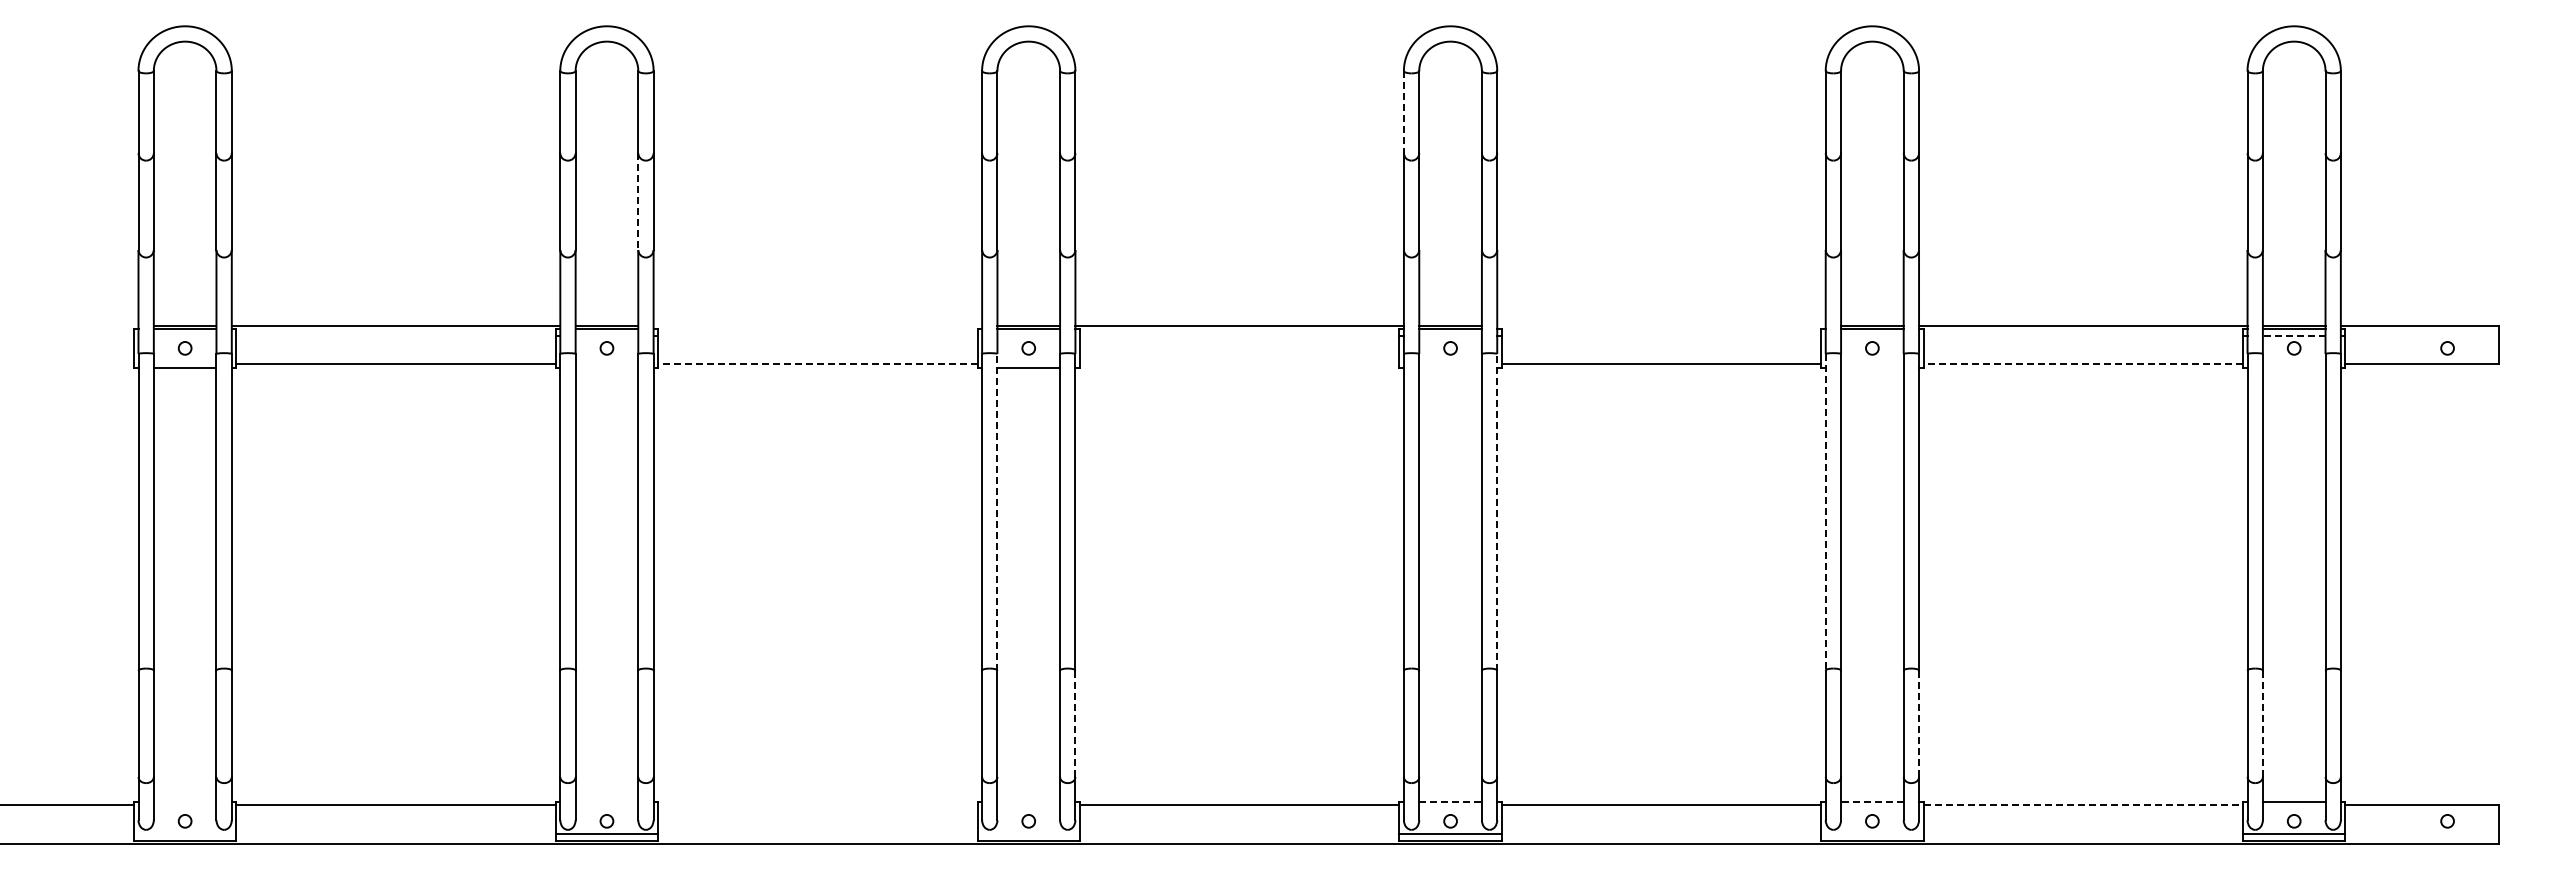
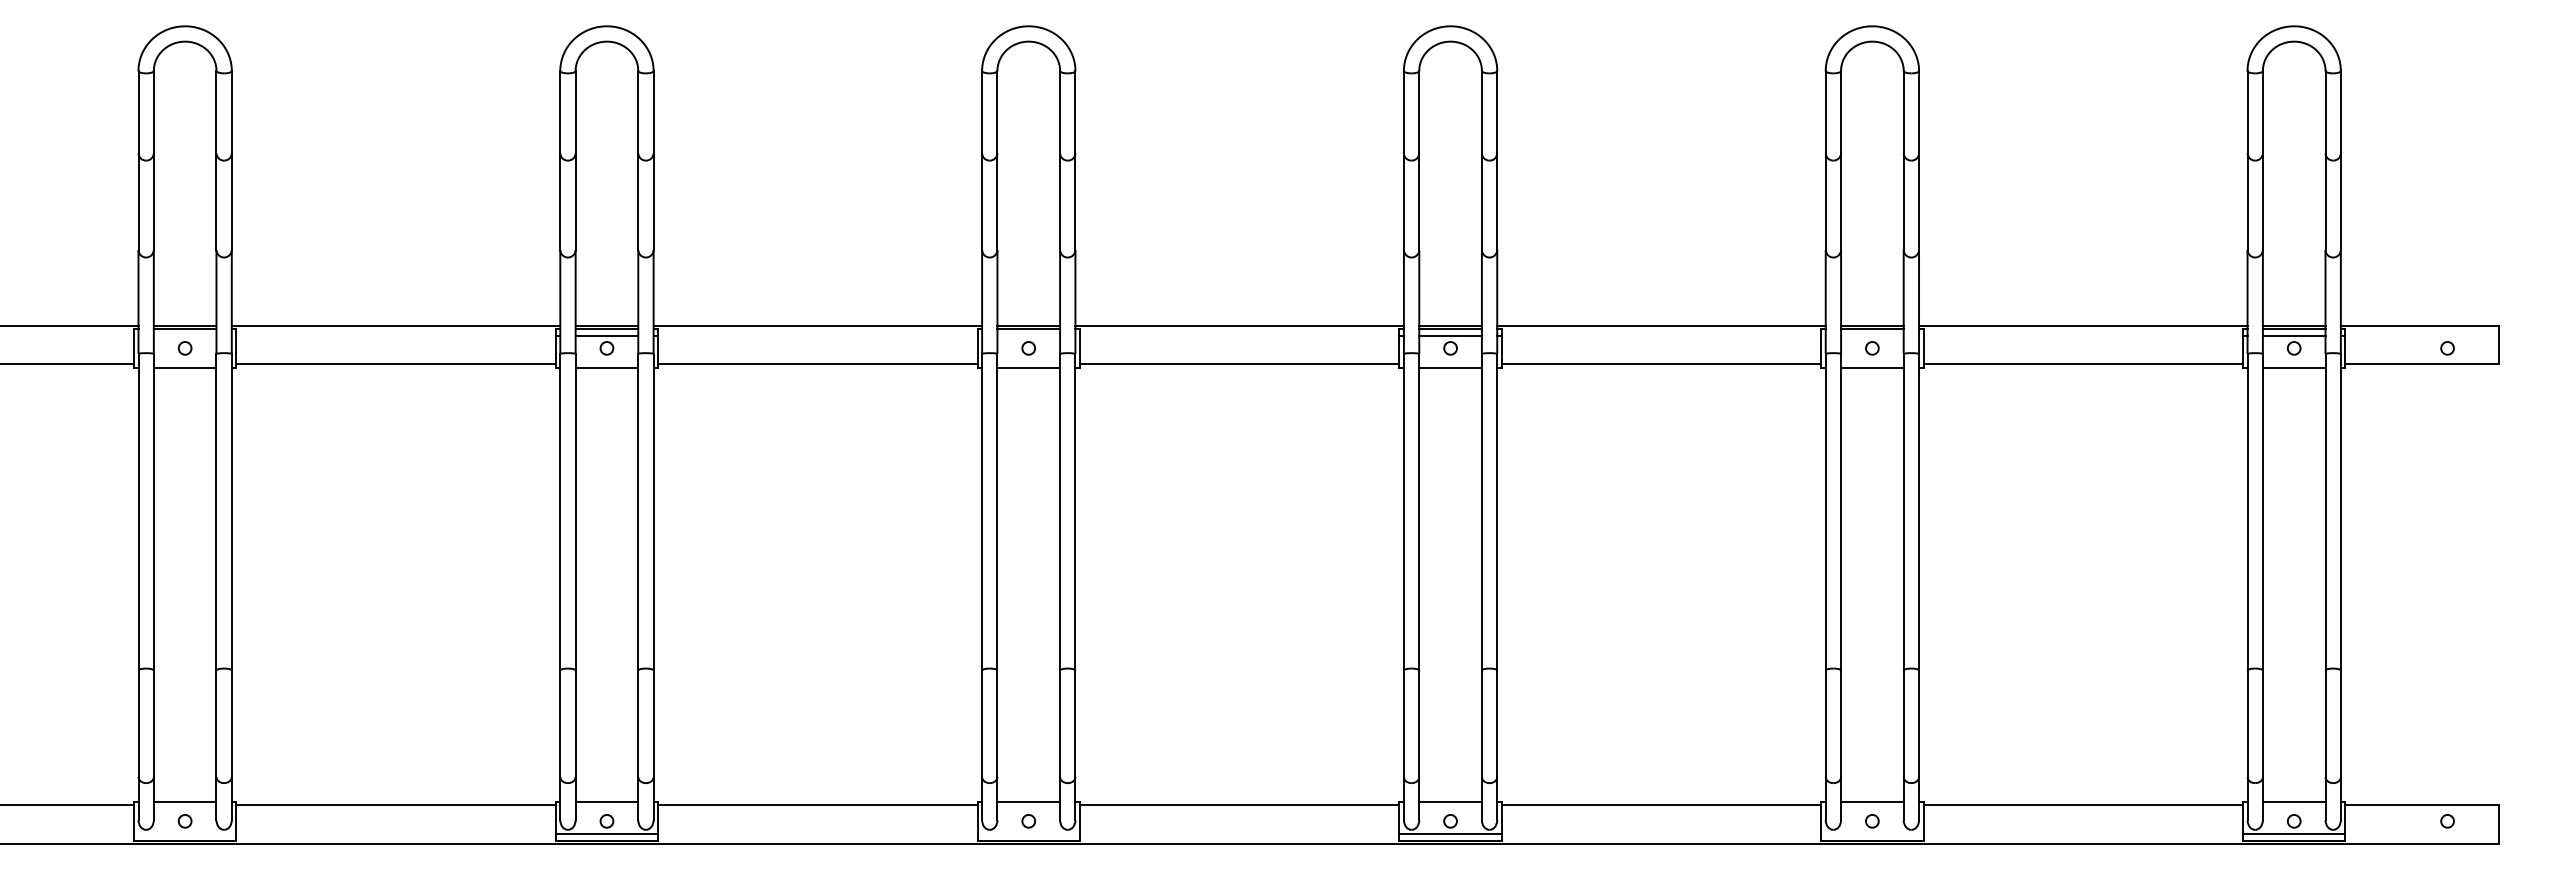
line at (1403, 112): dashed -> solid
line at (638, 202): dashed -> solid
line at (70, 326): none -> present
line at (817, 326): none -> present
line at (1661, 326): none -> present
line at (606, 335): none -> present
line at (1450, 335): none -> present
line at (2293, 335): dashed -> solid
line at (68, 364): none -> present
line at (817, 364): dashed -> solid
line at (1239, 364): none -> present
line at (2083, 364): dashed -> solid
line at (606, 367): none -> present
line at (1450, 367): none -> present
line at (1872, 367): none -> present
line at (2293, 367): none -> present
line at (997, 511): dashed -> solid
line at (1497, 511): dashed -> solid
line at (1825, 512): dashed -> solid
line at (1075, 723): dashed -> solid
line at (1919, 723): dashed -> solid
line at (2262, 723): dashed -> solid
line at (184, 802): none -> present
line at (606, 802): none -> present
line at (1028, 802): none -> present
line at (1451, 802): dashed -> solid
line at (1871, 802): dashed -> solid
line at (817, 805): none -> present
line at (2083, 805): dashed -> solid
